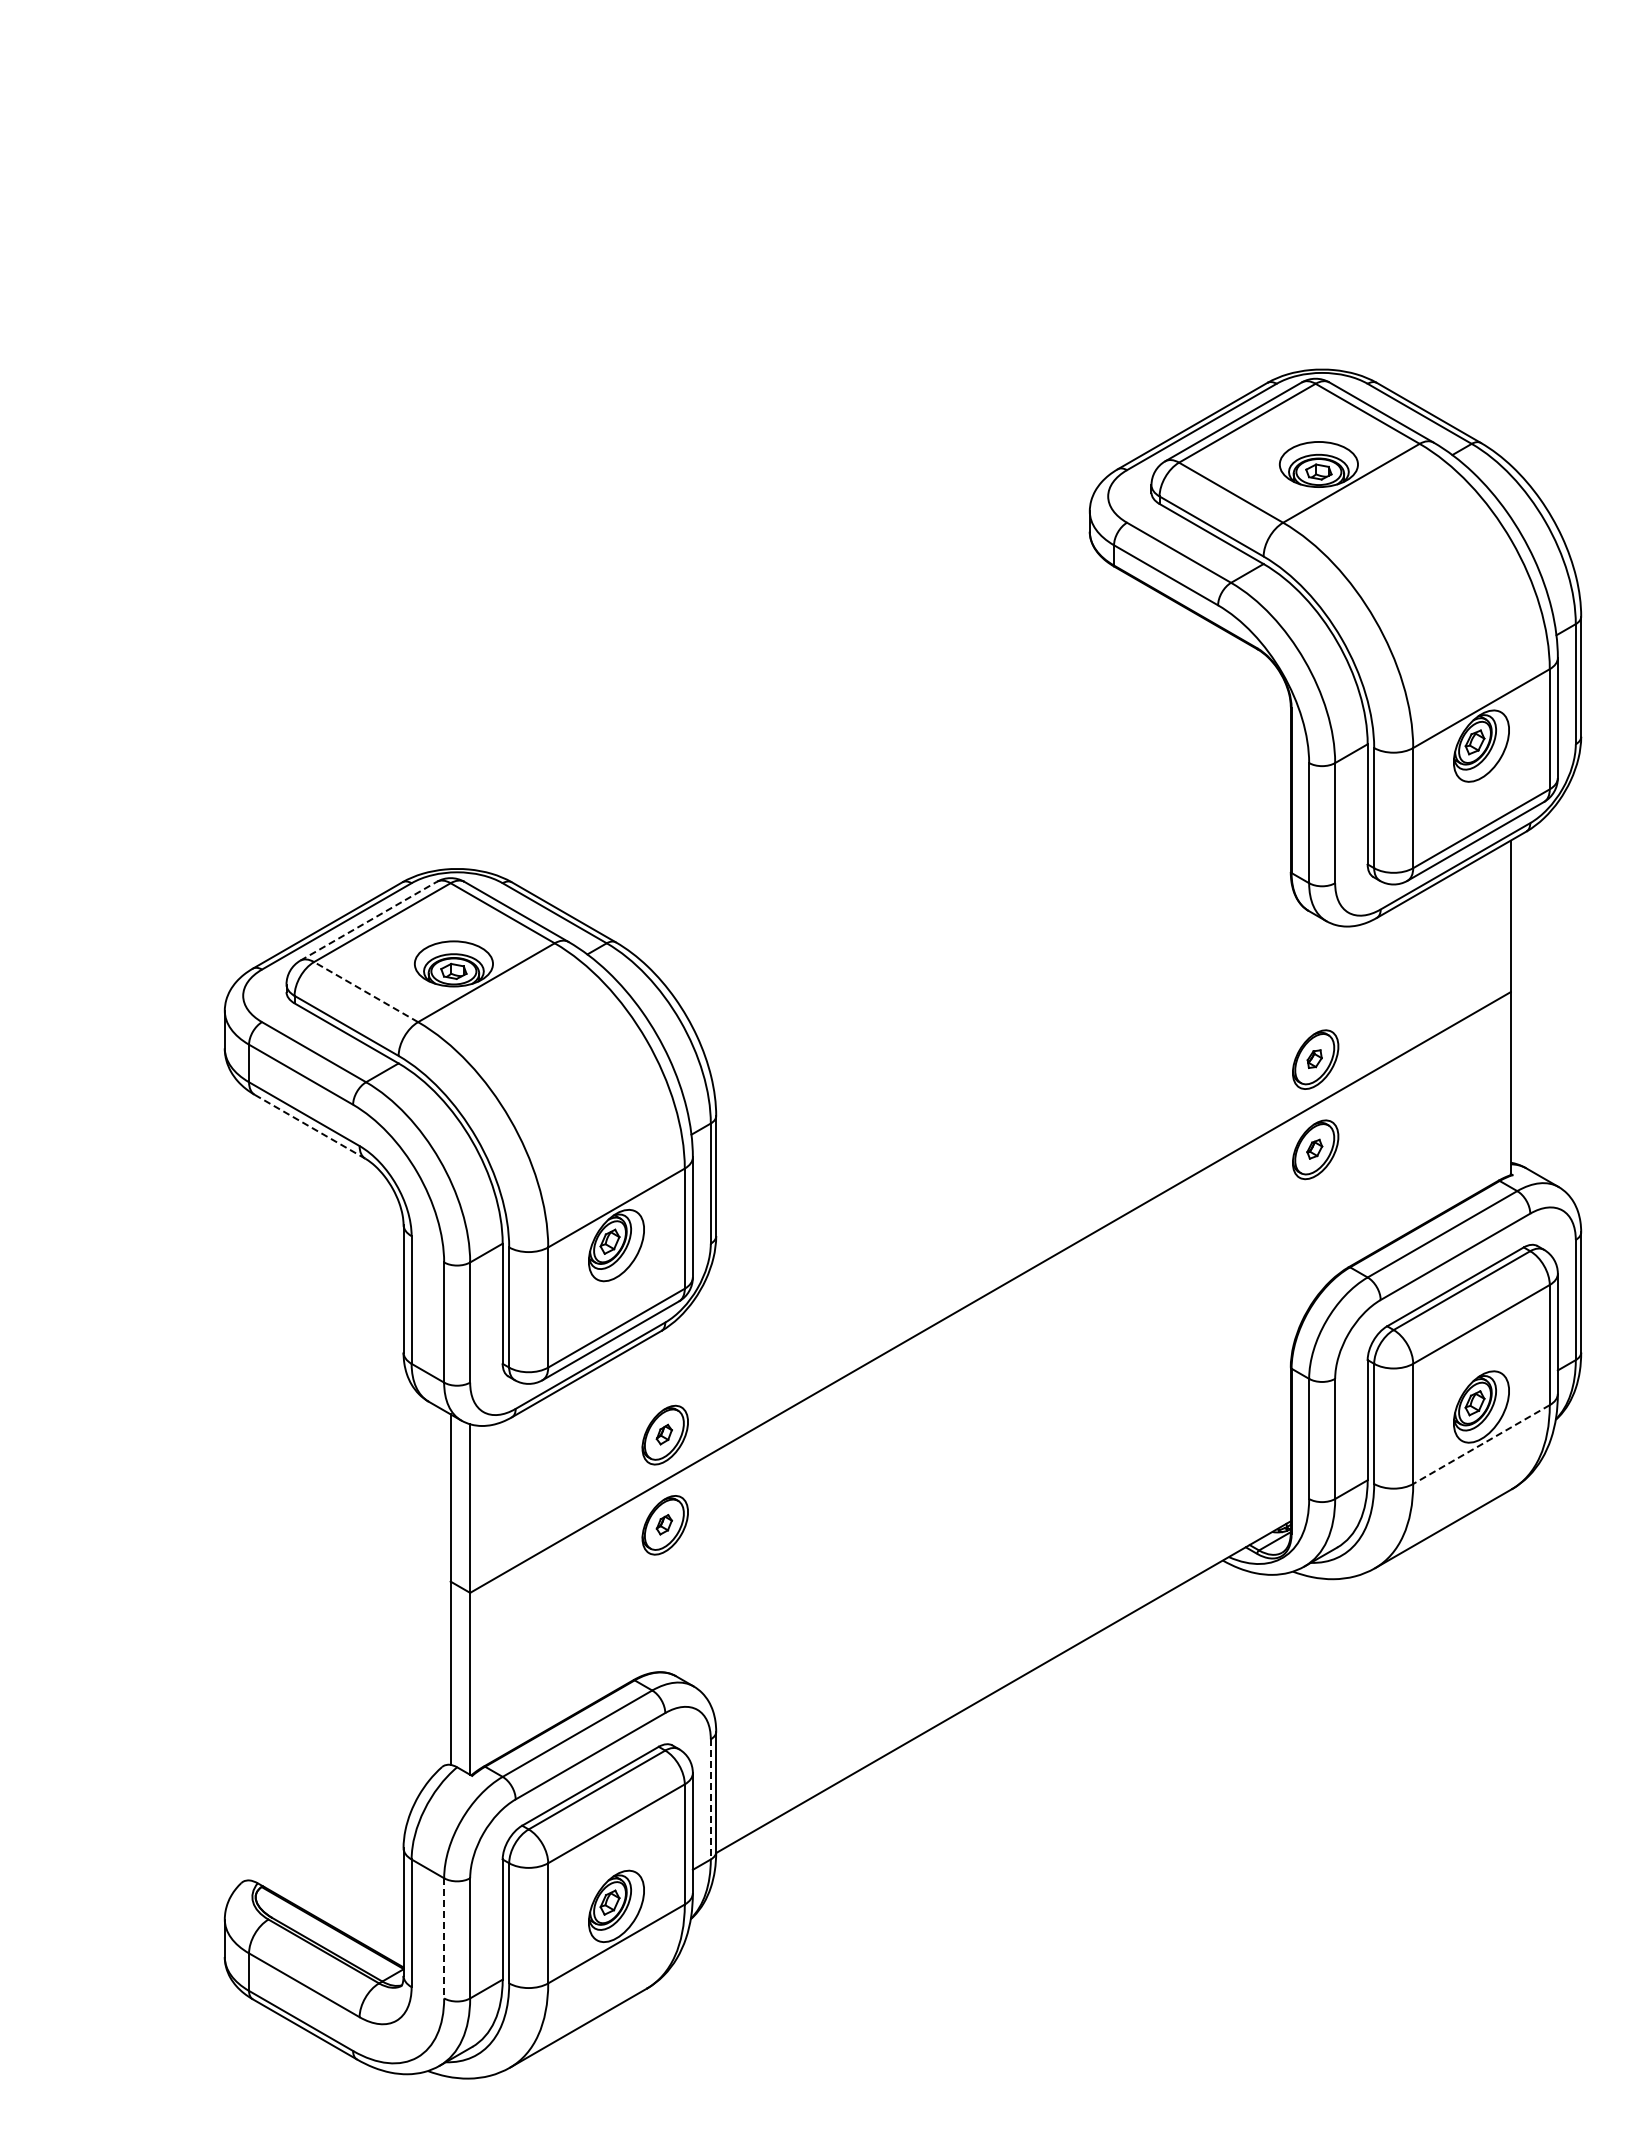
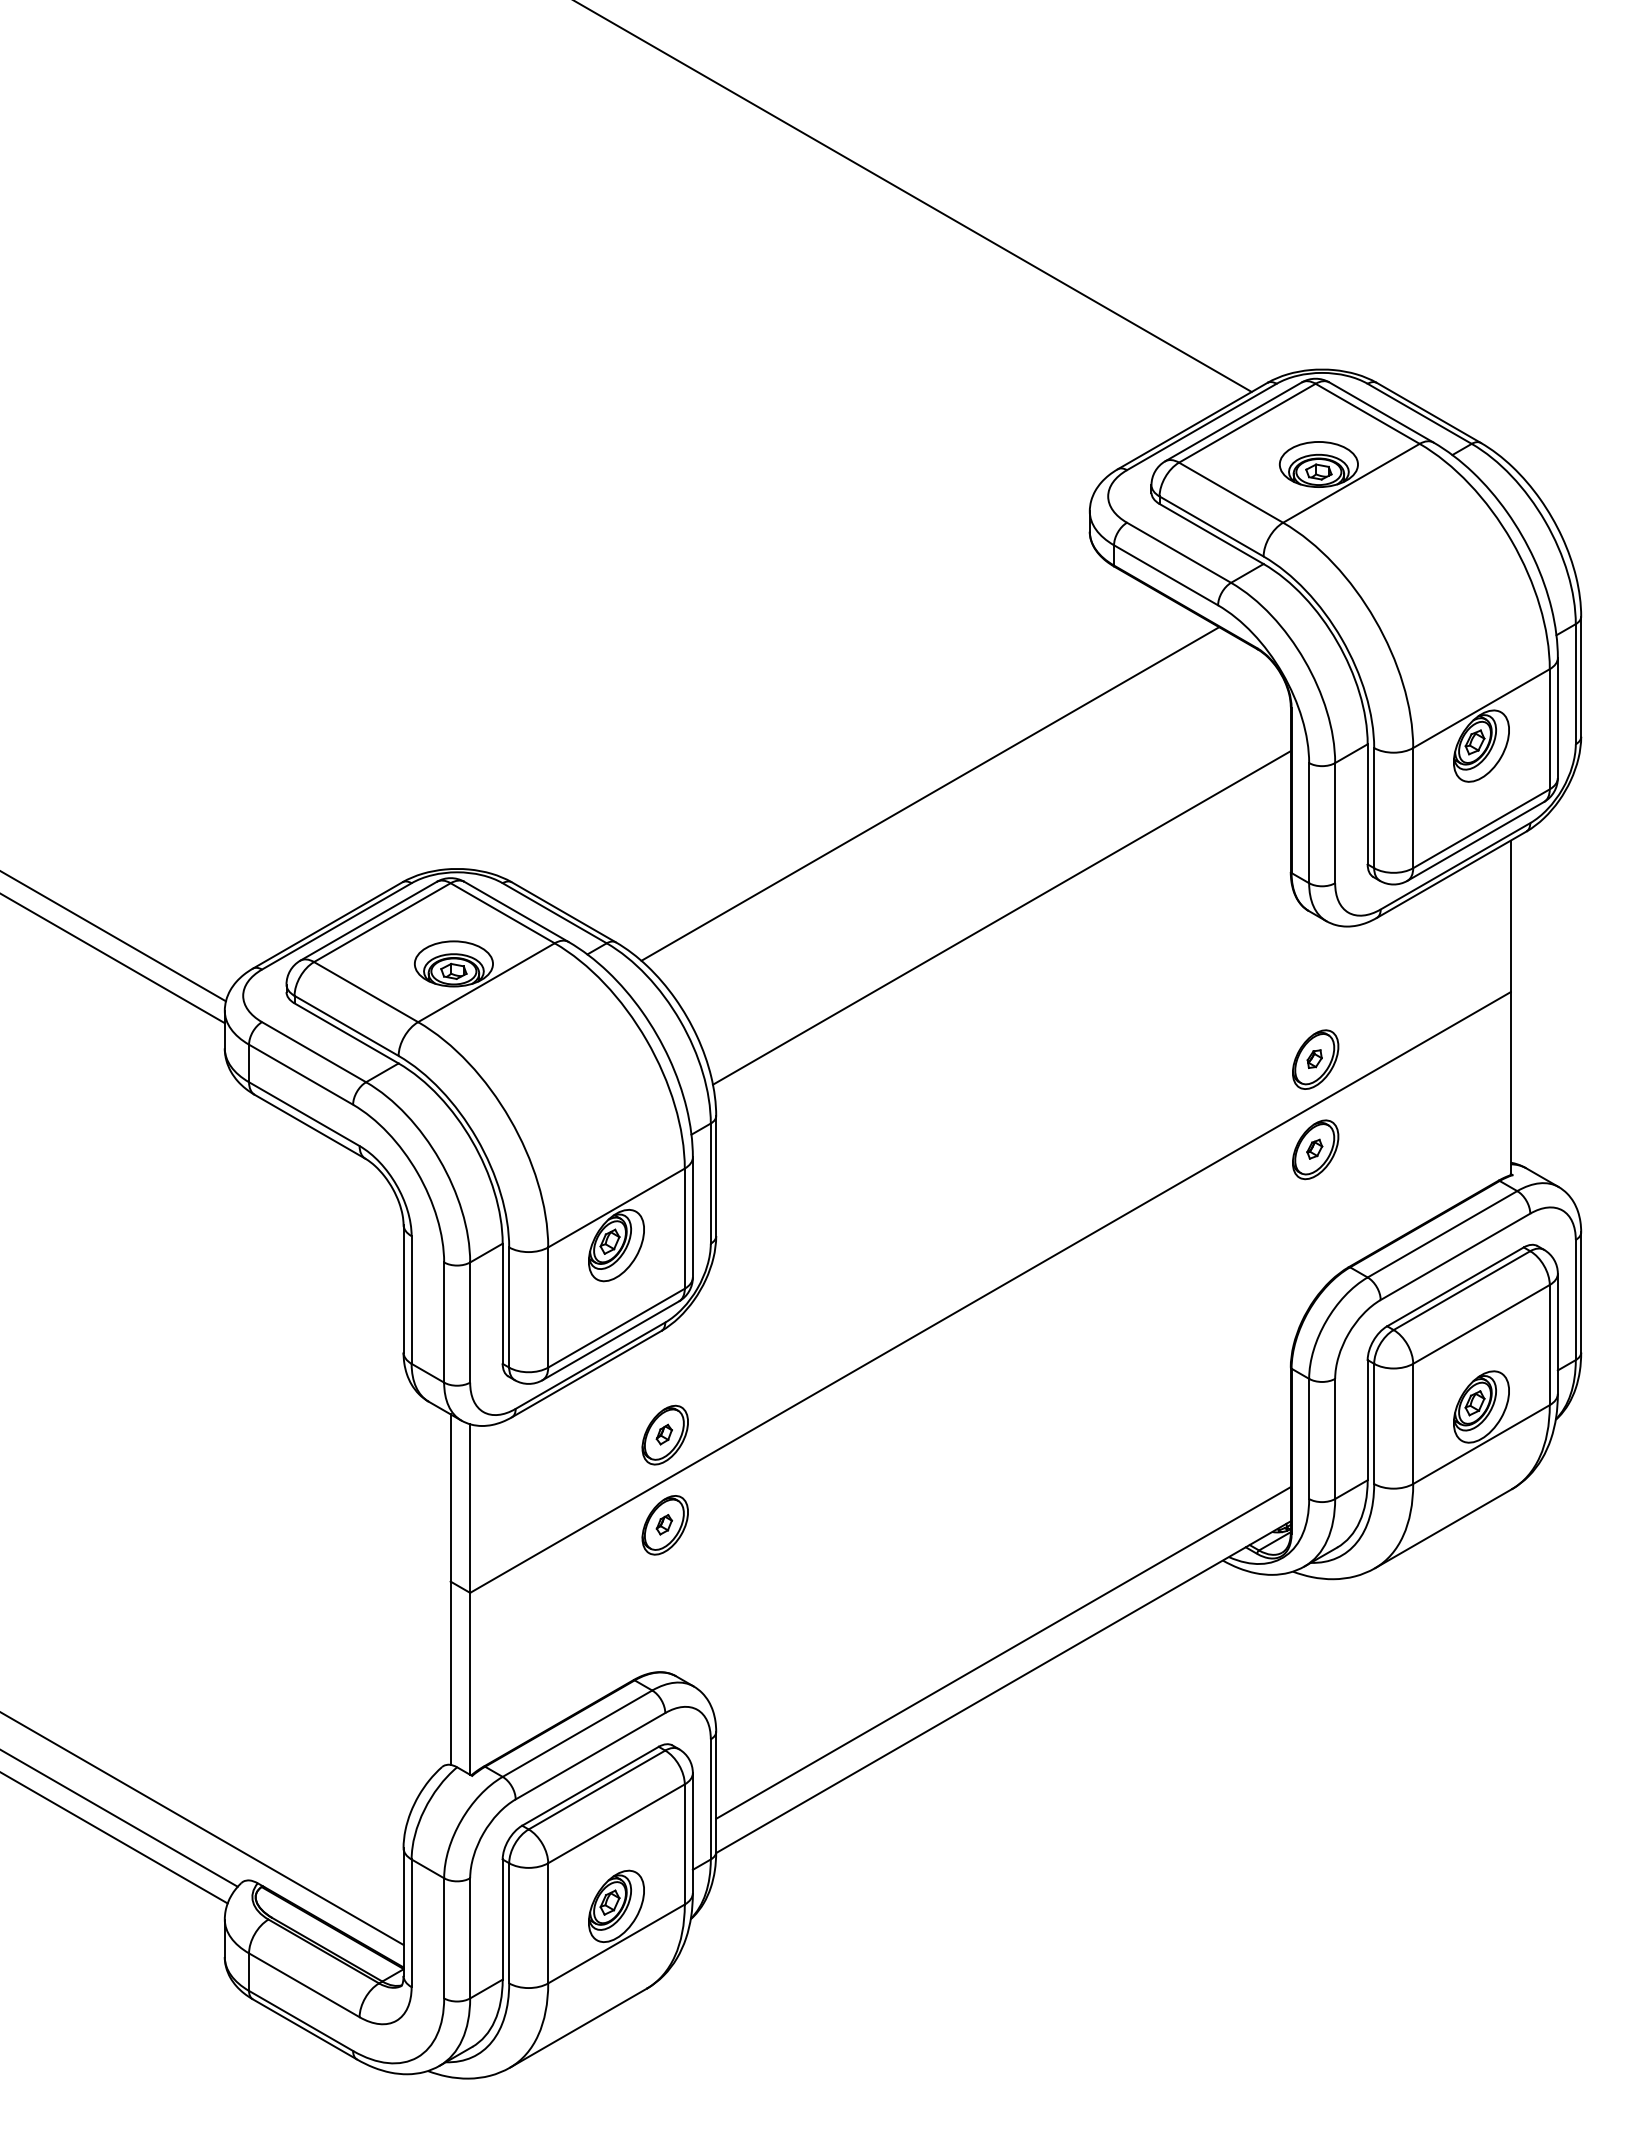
line at (913, 196): none -> present
line at (930, 793): none -> present
line at (1001, 917): none -> present
line at (368, 921): dashed -> solid
line at (113, 936): none -> present
line at (113, 958): none -> present
line at (365, 991): dashed -> solid
line at (310, 1126): dashed -> solid
line at (1481, 1444): dashed -> solid
line at (1003, 1652): none -> present
line at (710, 1799): dashed -> solid
line at (119, 1818): none -> present
line at (202, 1828): none -> present
line at (114, 1838): none -> present
line at (444, 1938): dashed -> solid
